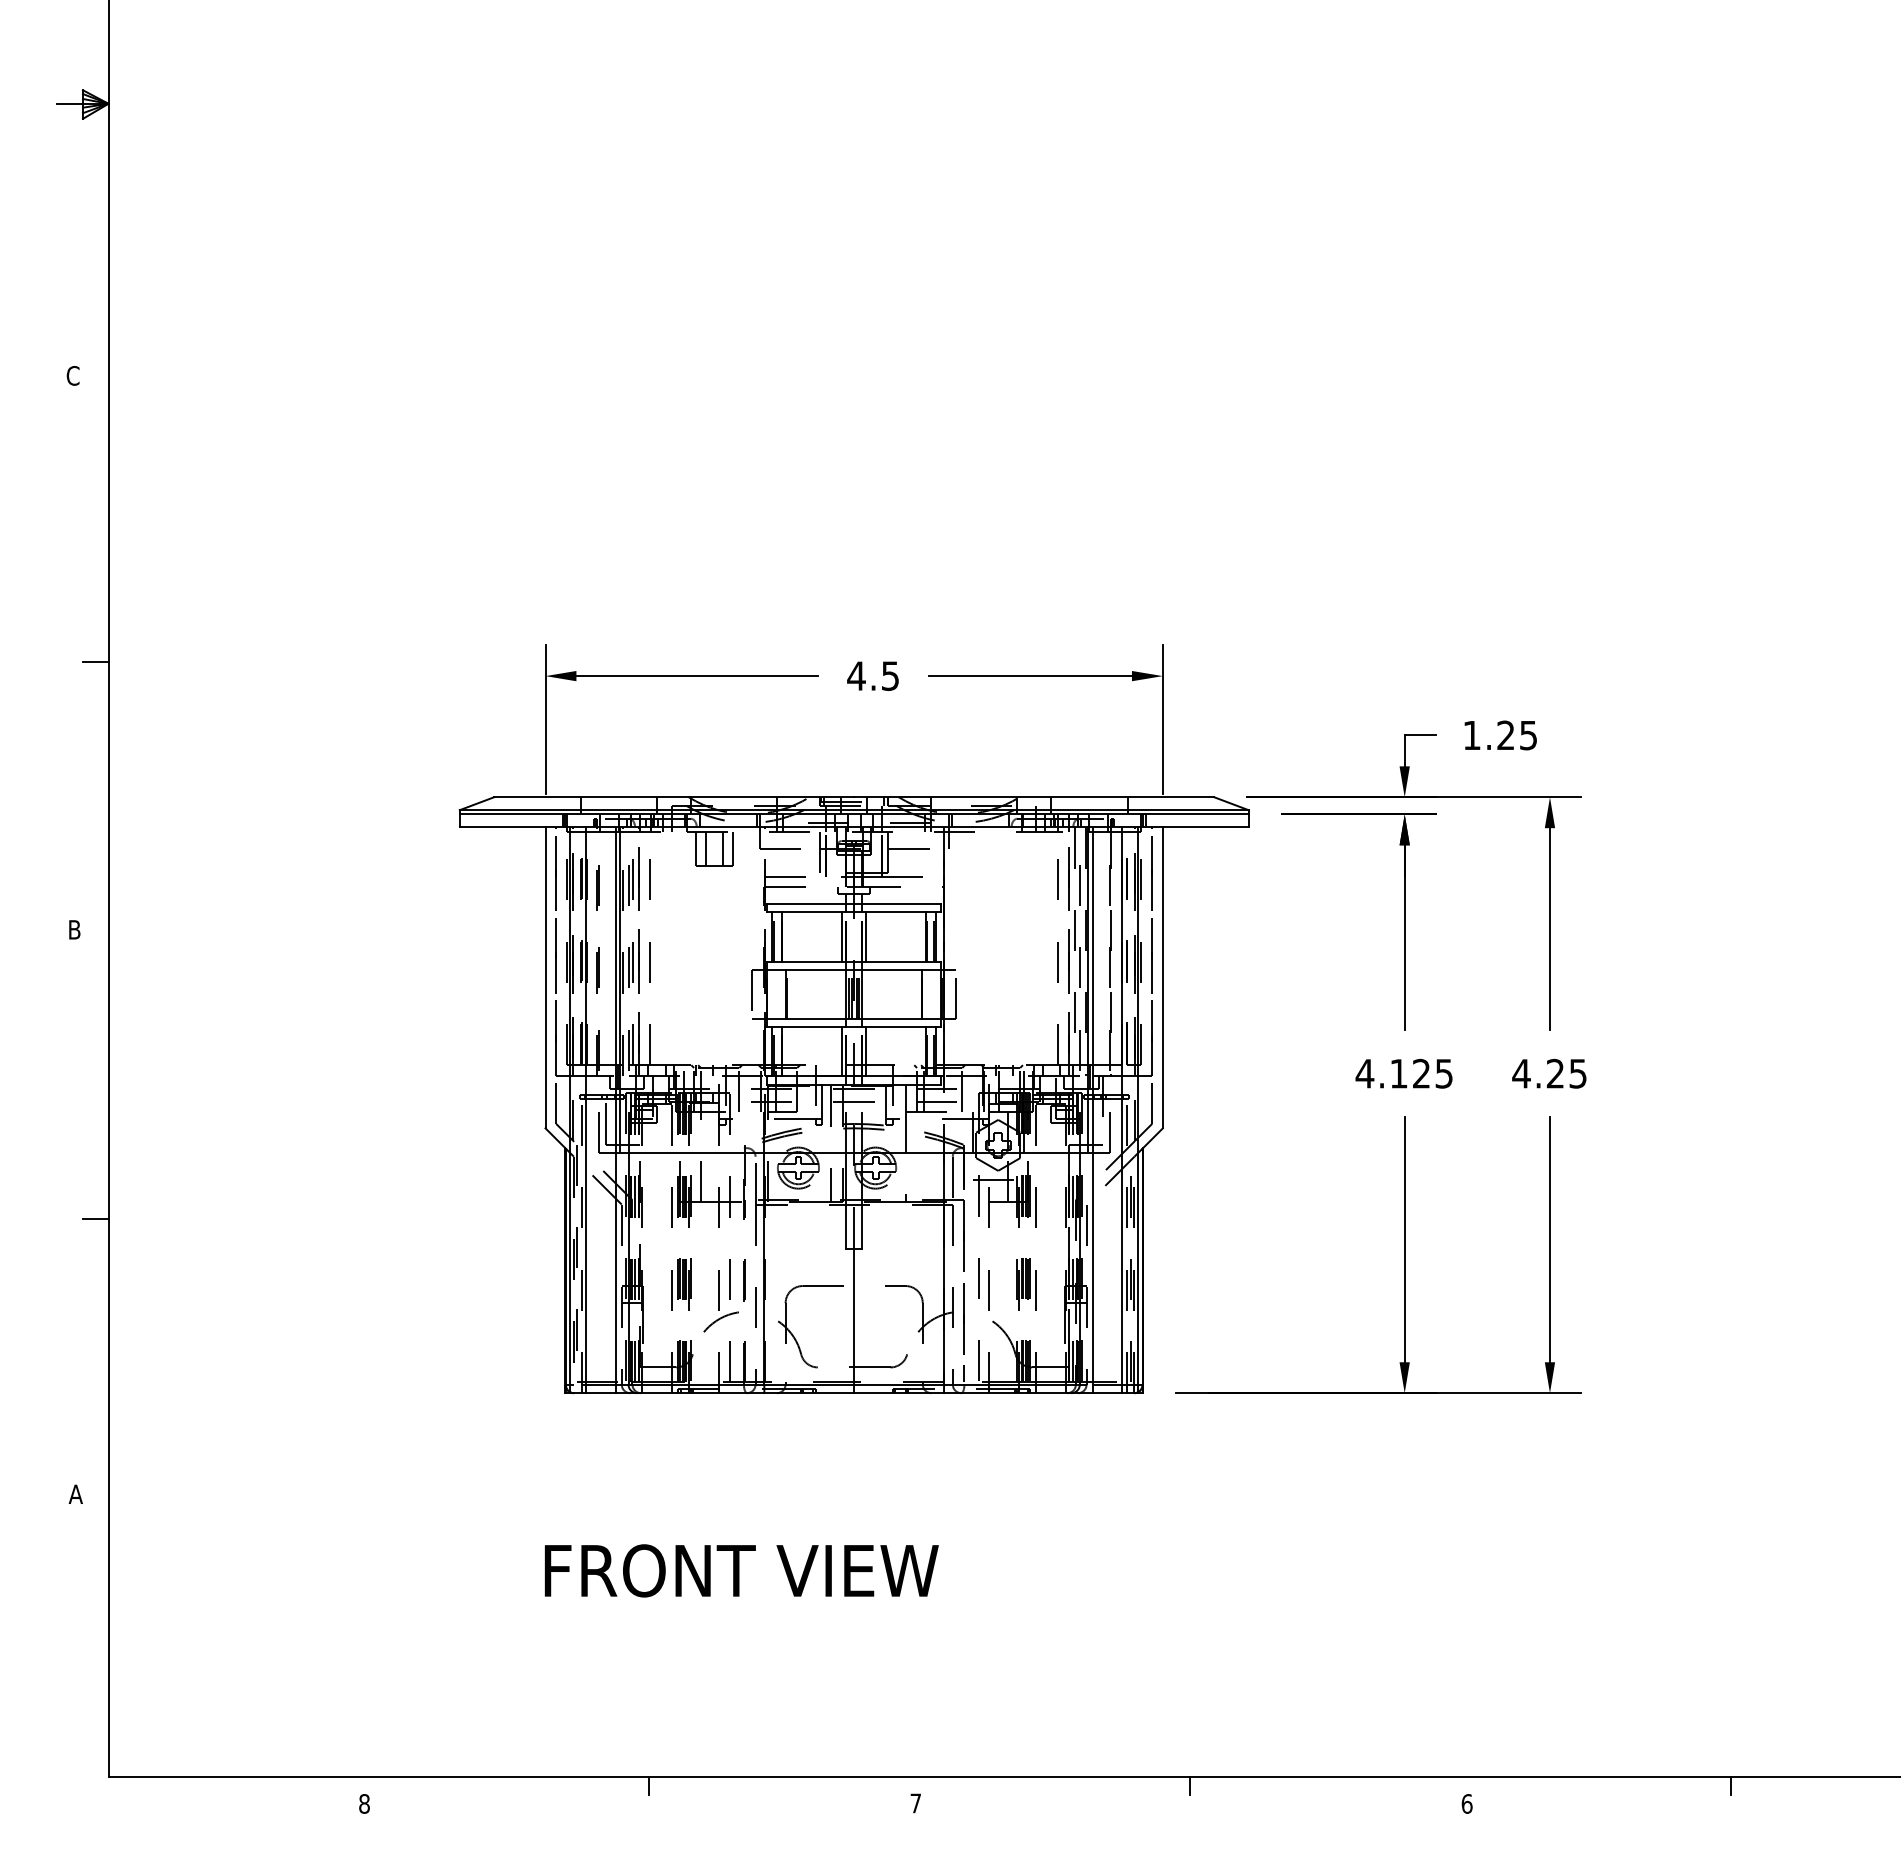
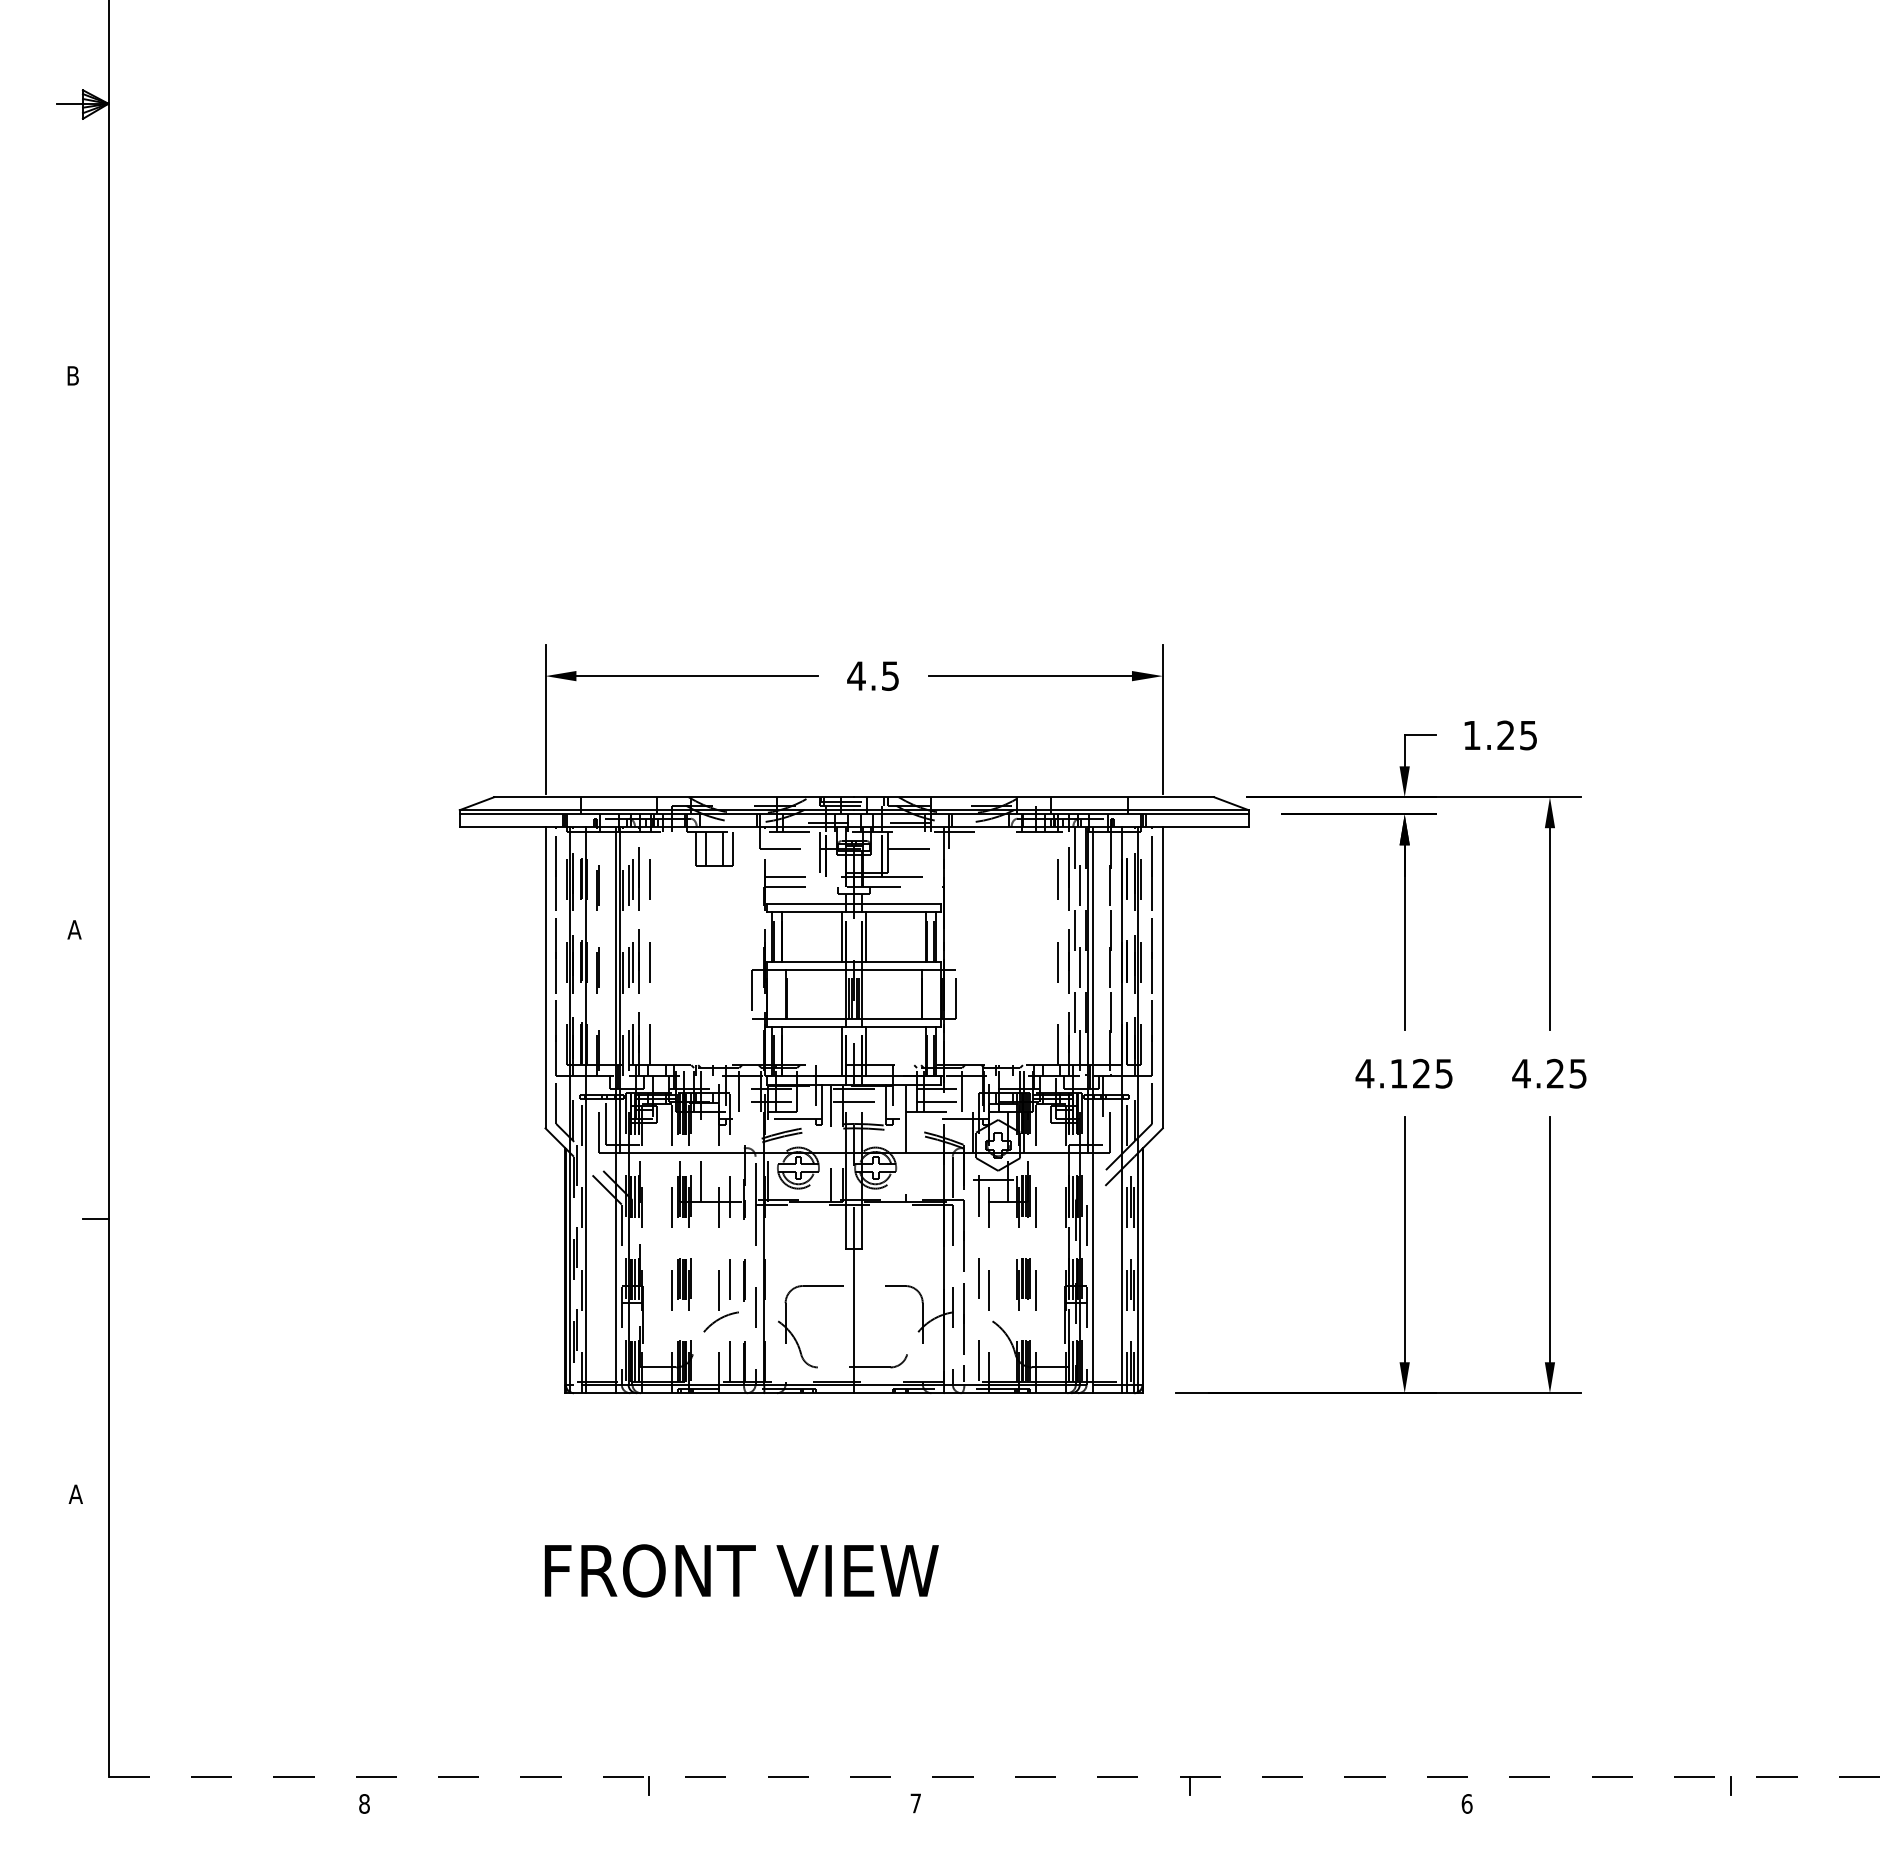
text at (72, 375): C -> B
line at (95, 661): present -> none
text at (74, 929): B -> A
line at (1004, 1777): solid -> dashed
